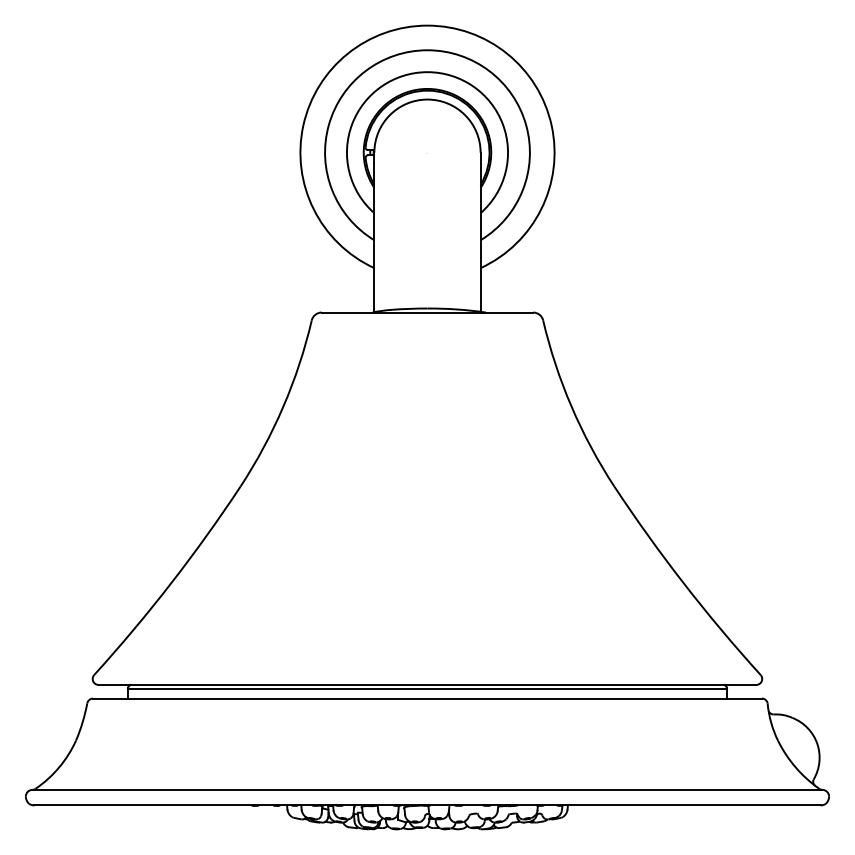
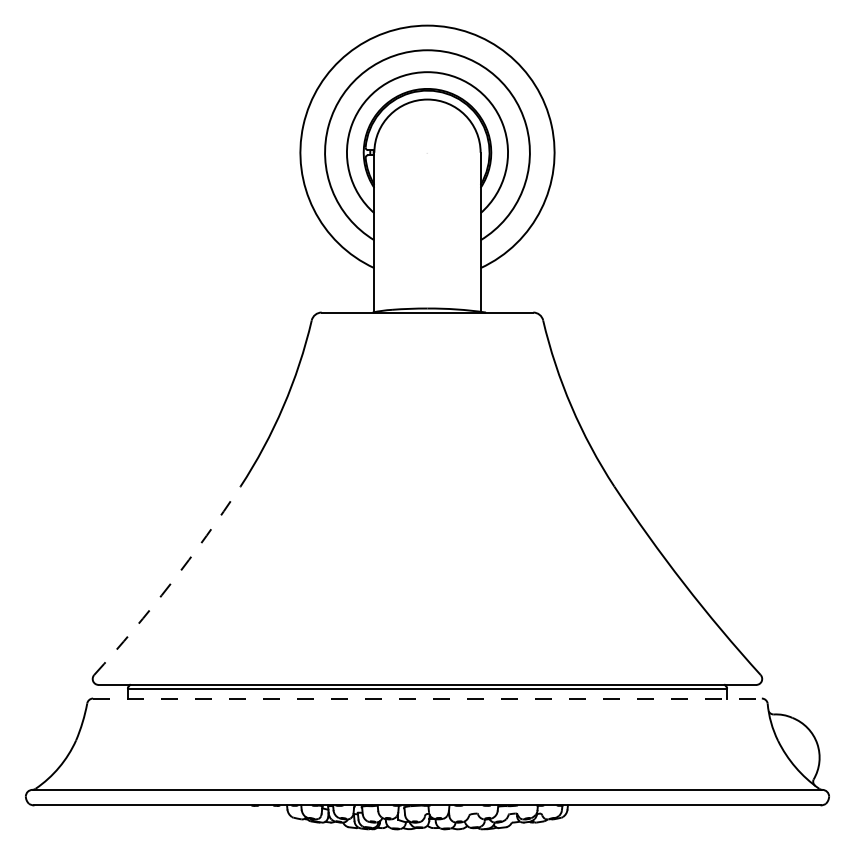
arc at (170, 583): solid -> dashed
line at (428, 698): solid -> dashed
